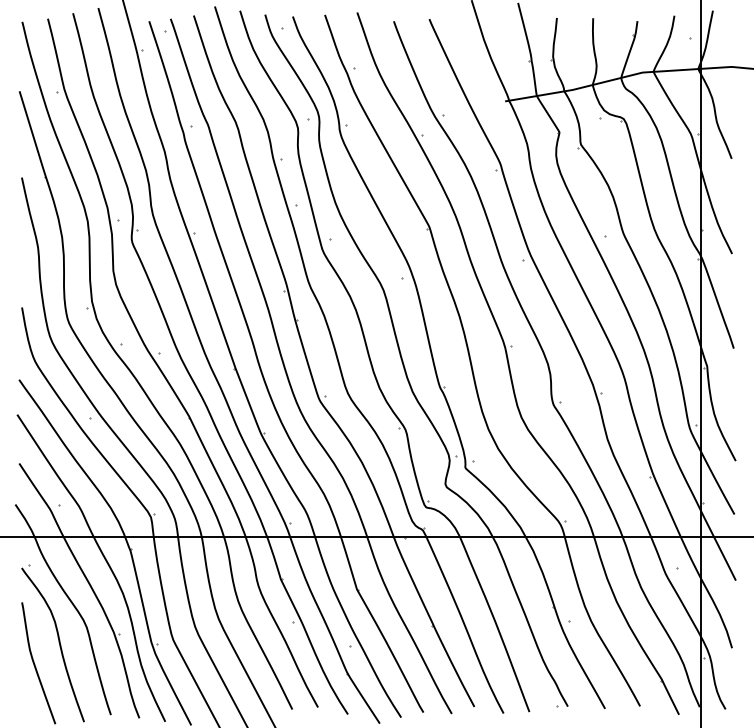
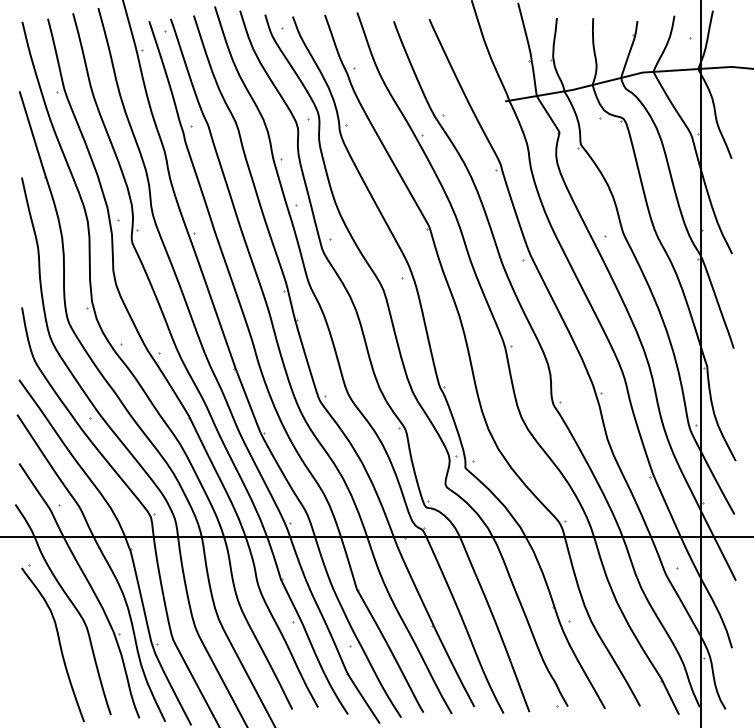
curve at (35, 664): present -> none
